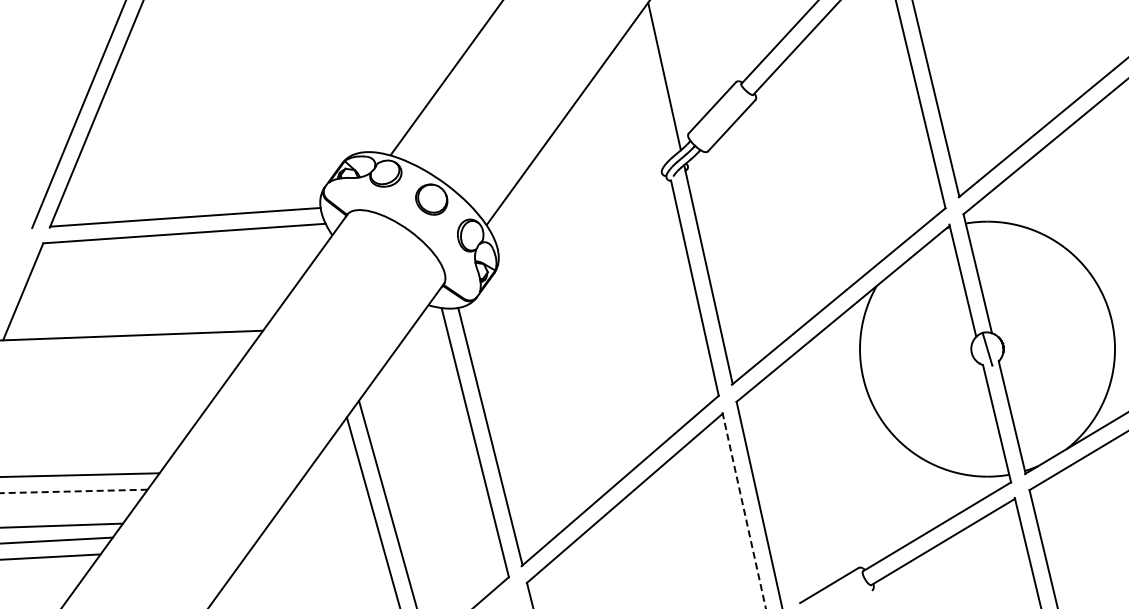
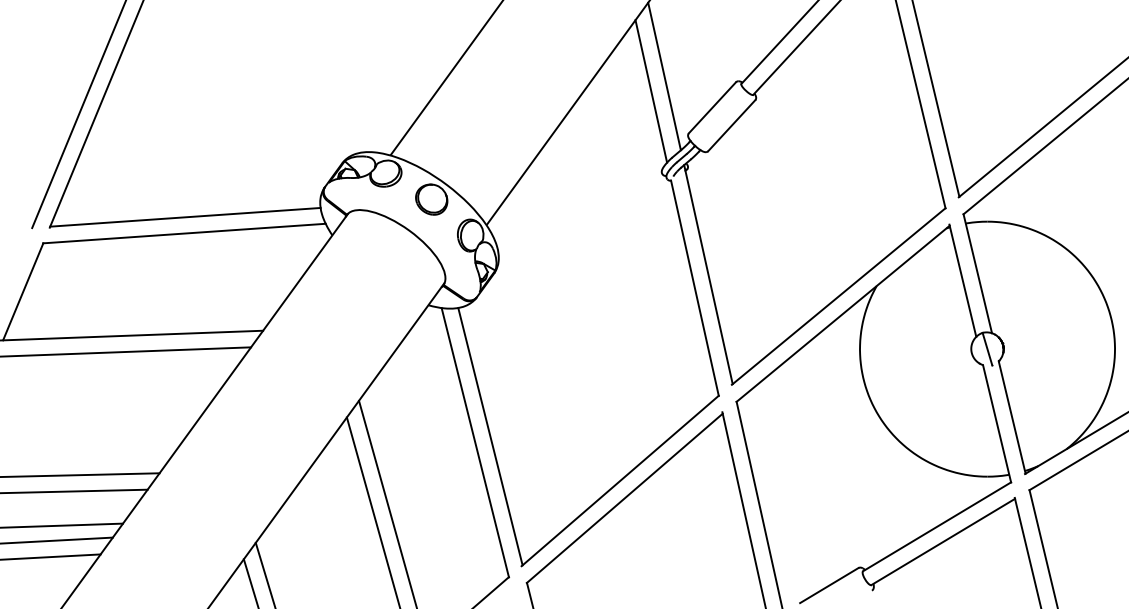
line at (651, 91): none -> present
line at (126, 351): none -> present
line at (73, 491): dashed -> solid
line at (744, 510): dashed -> solid
line at (264, 573): none -> present
line at (250, 582): none -> present
